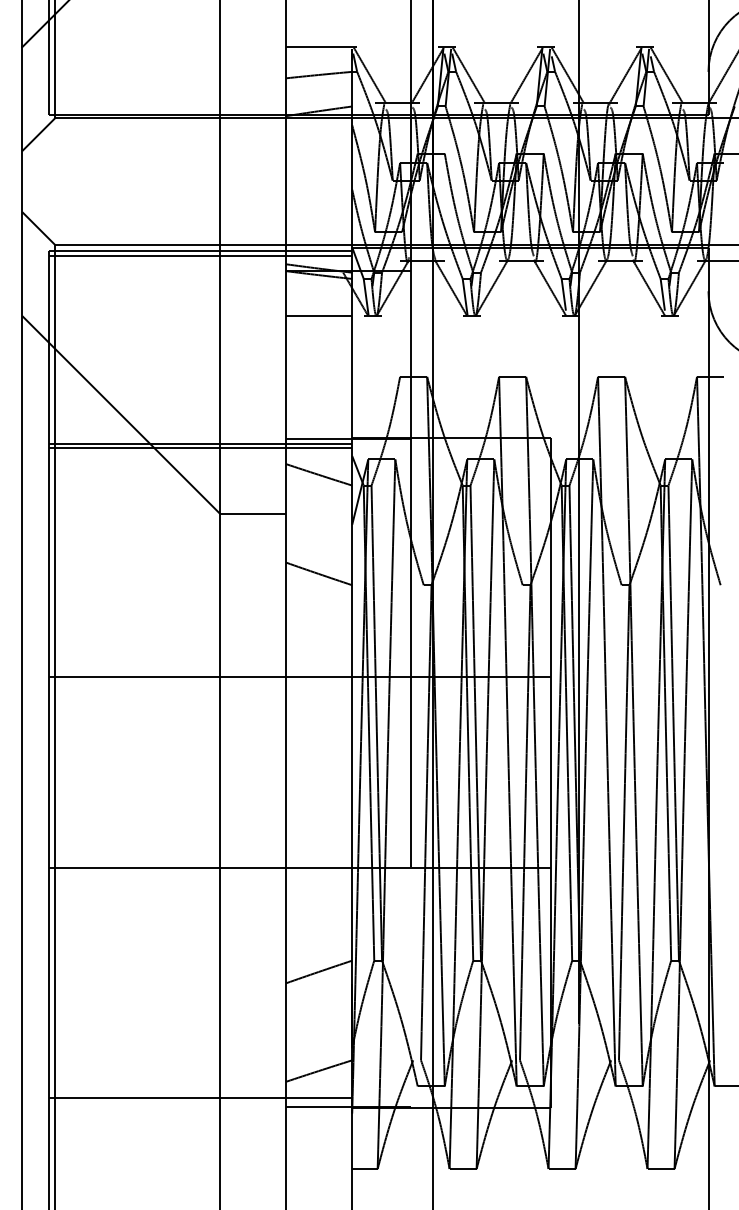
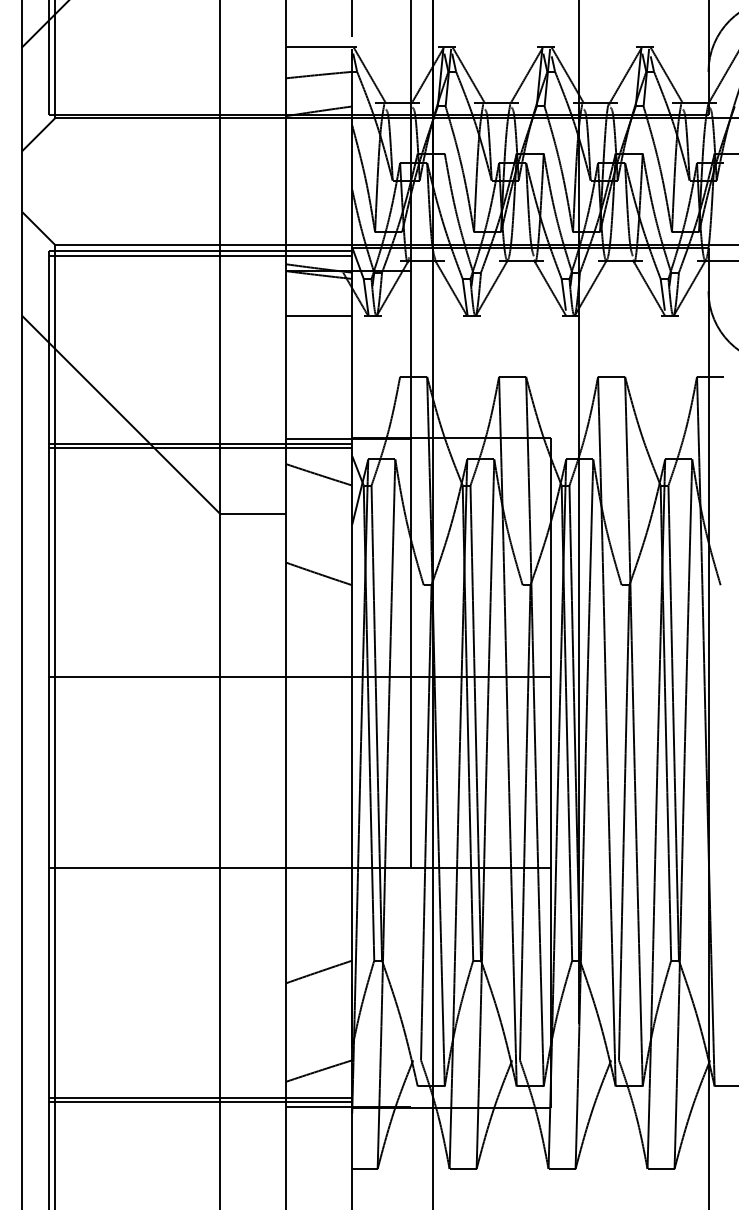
line at (352, 19): none -> present
line at (200, 1102): none -> present
